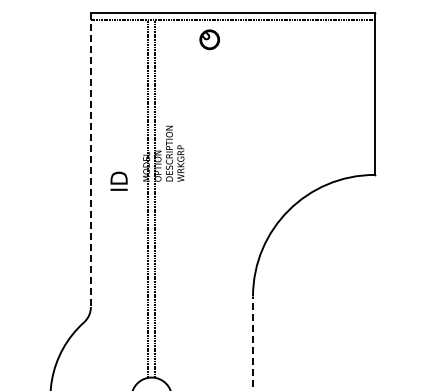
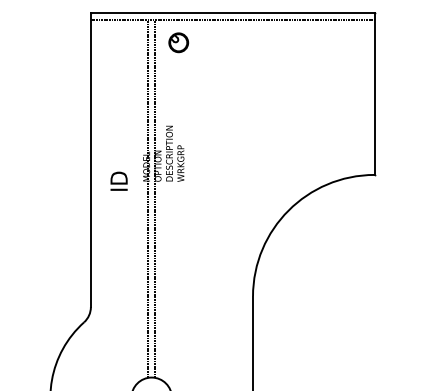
part at (209, 39) position: (209, 39) -> (178, 42)
line at (90, 160): dashed -> solid
line at (253, 343): dashed -> solid
